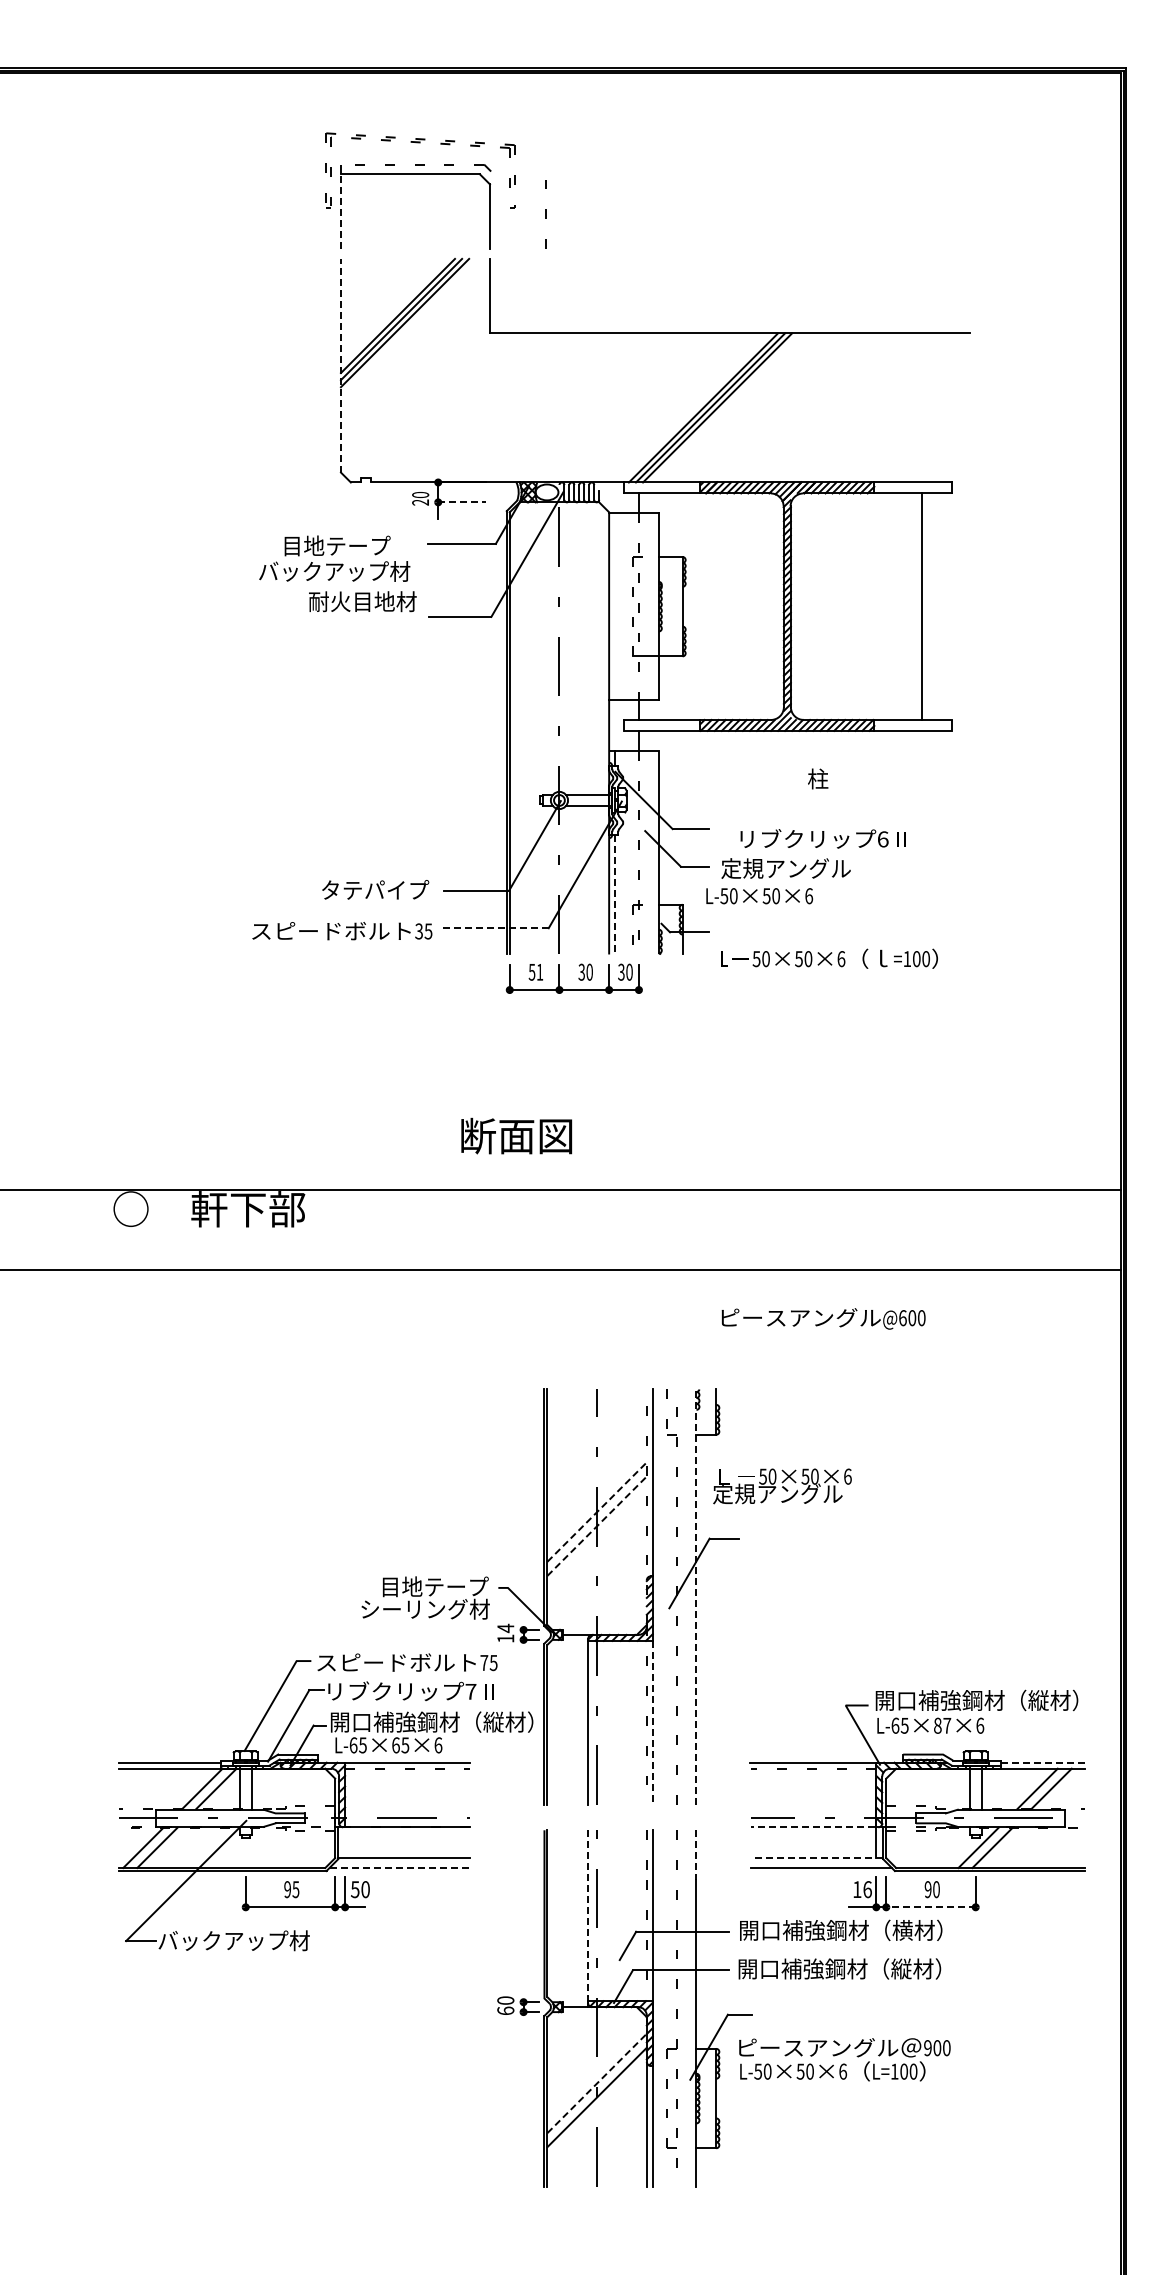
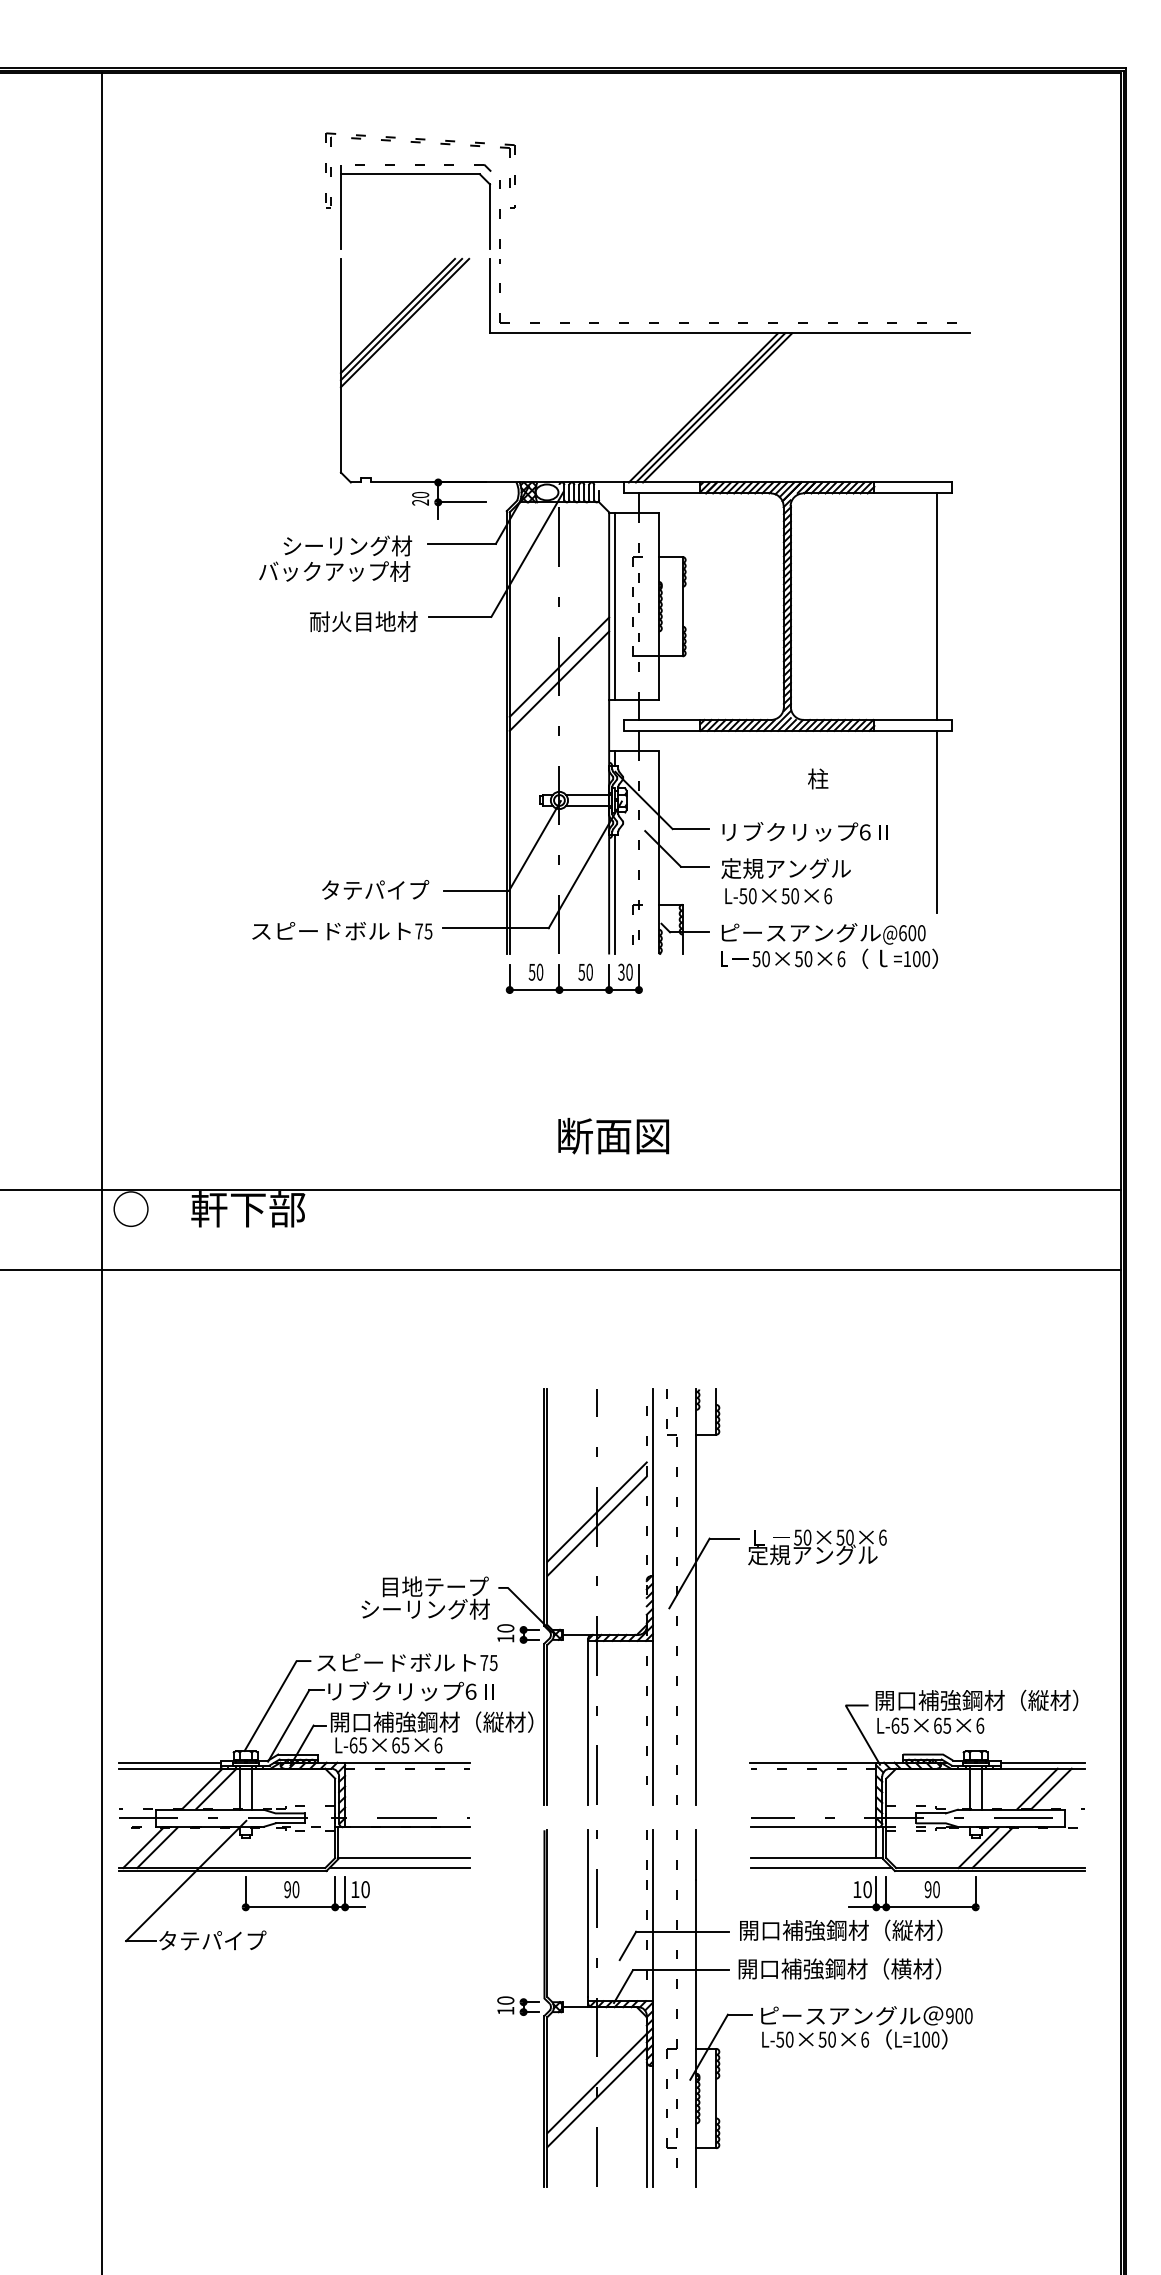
line at (340, 211): dashed -> solid
line at (545, 214) position: (545, 214) -> (499, 214)
part at (718, 322): none -> present
line at (340, 365): dashed -> solid
line at (462, 502): dashed -> solid
text at (347, 545): 目地テープ -> シーリング材
text at (362, 601) position: (362, 601) -> (363, 621)
line at (615, 606): none -> present
line at (922, 606) position: (922, 606) -> (937, 606)
line at (559, 666): none -> present
line at (559, 680): none -> present
line at (937, 821): none -> present
text at (822, 838) position: (822, 838) -> (804, 831)
line at (615, 894): dashed -> solid
text at (759, 896) position: (759, 896) -> (778, 896)
line at (496, 928): dashed -> solid
text at (419, 931): 35 -> 75
text at (539, 971): 51 -> 50
text at (581, 971): 30 -> 50
text at (516, 1135) position: (516, 1135) -> (613, 1135)
line at (101, 1172): none -> present
text at (823, 1318) position: (823, 1318) -> (823, 933)
text at (782, 1486) position: (782, 1486) -> (817, 1547)
line at (597, 1511): dashed -> solid
line at (597, 1525): dashed -> solid
line at (696, 1597): dashed -> solid
text at (505, 1628): 14 -> 10
text at (470, 1691): 7 -> 6
line at (652, 1723): dashed -> solid
text at (942, 1725): 87 -> 65
line at (1043, 1762): dashed -> solid
line at (818, 1827): dashed -> solid
line at (696, 1855): dashed -> solid
line at (816, 1858): dashed -> solid
line at (400, 1868): dashed -> solid
text at (295, 1889): 95 -> 90
text at (355, 1889): 50 -> 10
text at (867, 1889): 16 -> 10
line at (930, 1907): dashed -> solid
line at (588, 1914): dashed -> solid
text at (902, 1930): 開口補強鋼材（横材） -> 開口補強鋼材（縦材）
text at (233, 1940): バックアップ材 -> タテパイプ
text at (901, 1968): 開口補強鋼材（縦材） -> 開口補強鋼材（横材）
text at (505, 2010): 60 -> 10
text at (844, 2059) position: (844, 2059) -> (866, 2027)
line at (597, 2083): dashed -> solid
